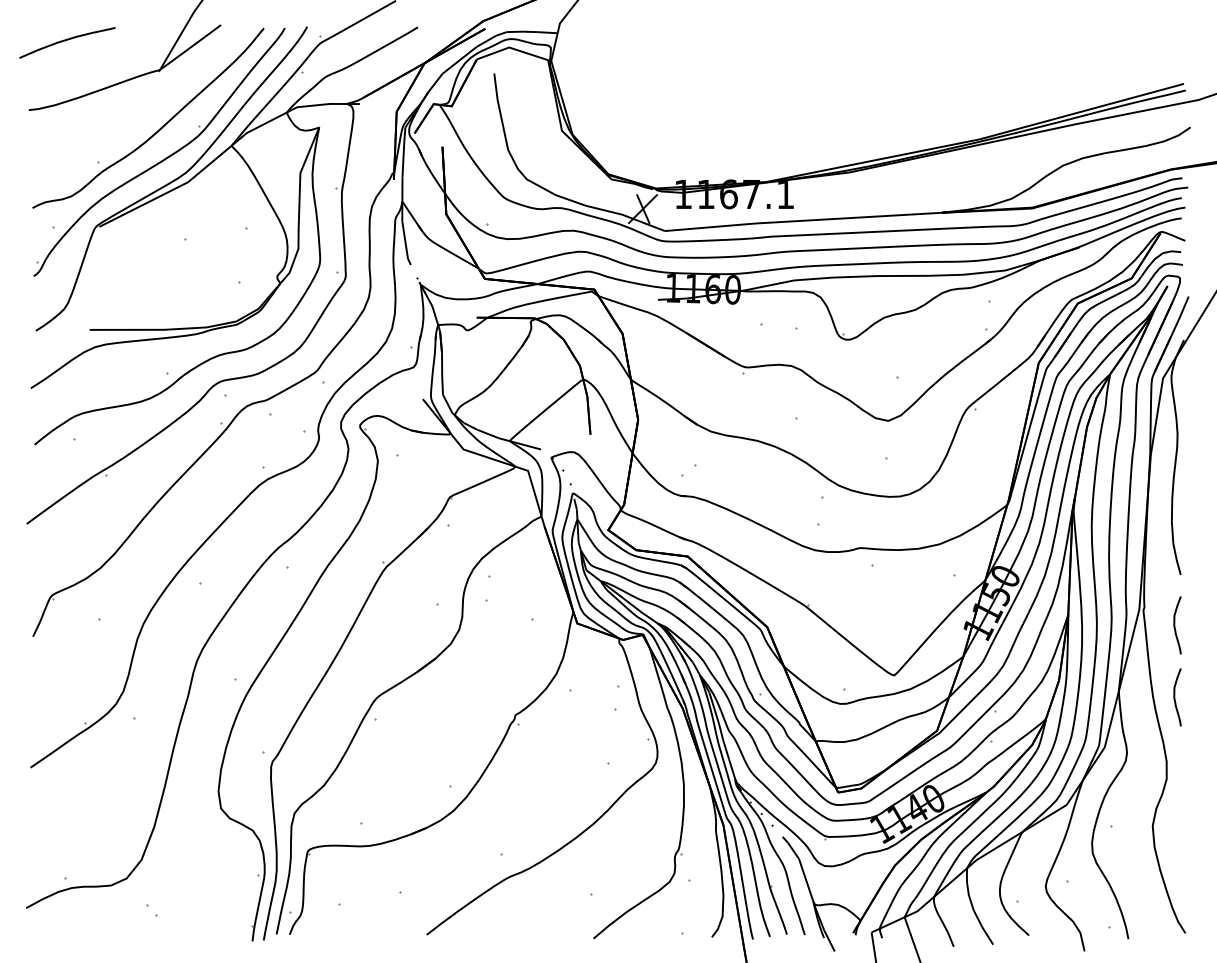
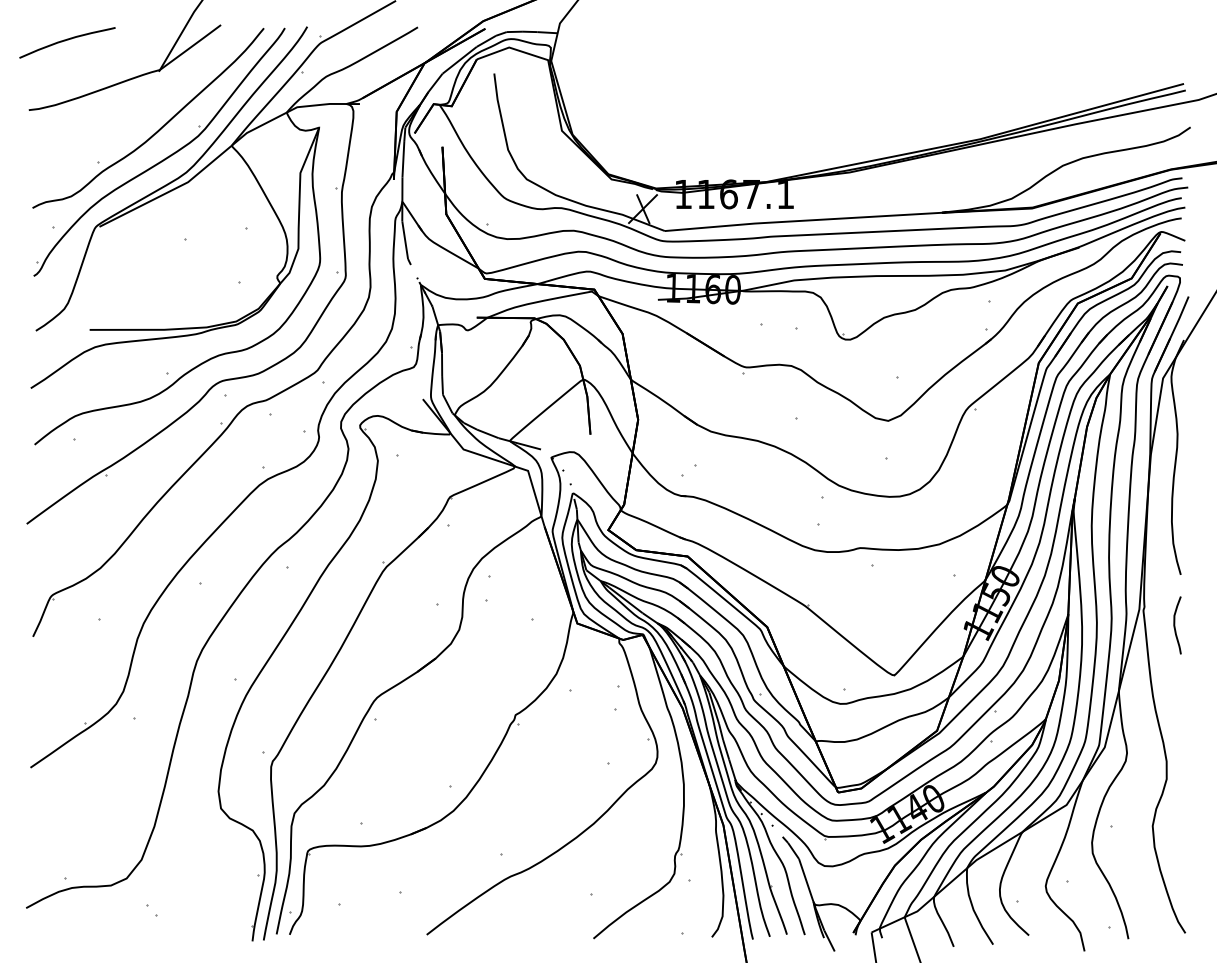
curve at (1175, 697): present -> none
